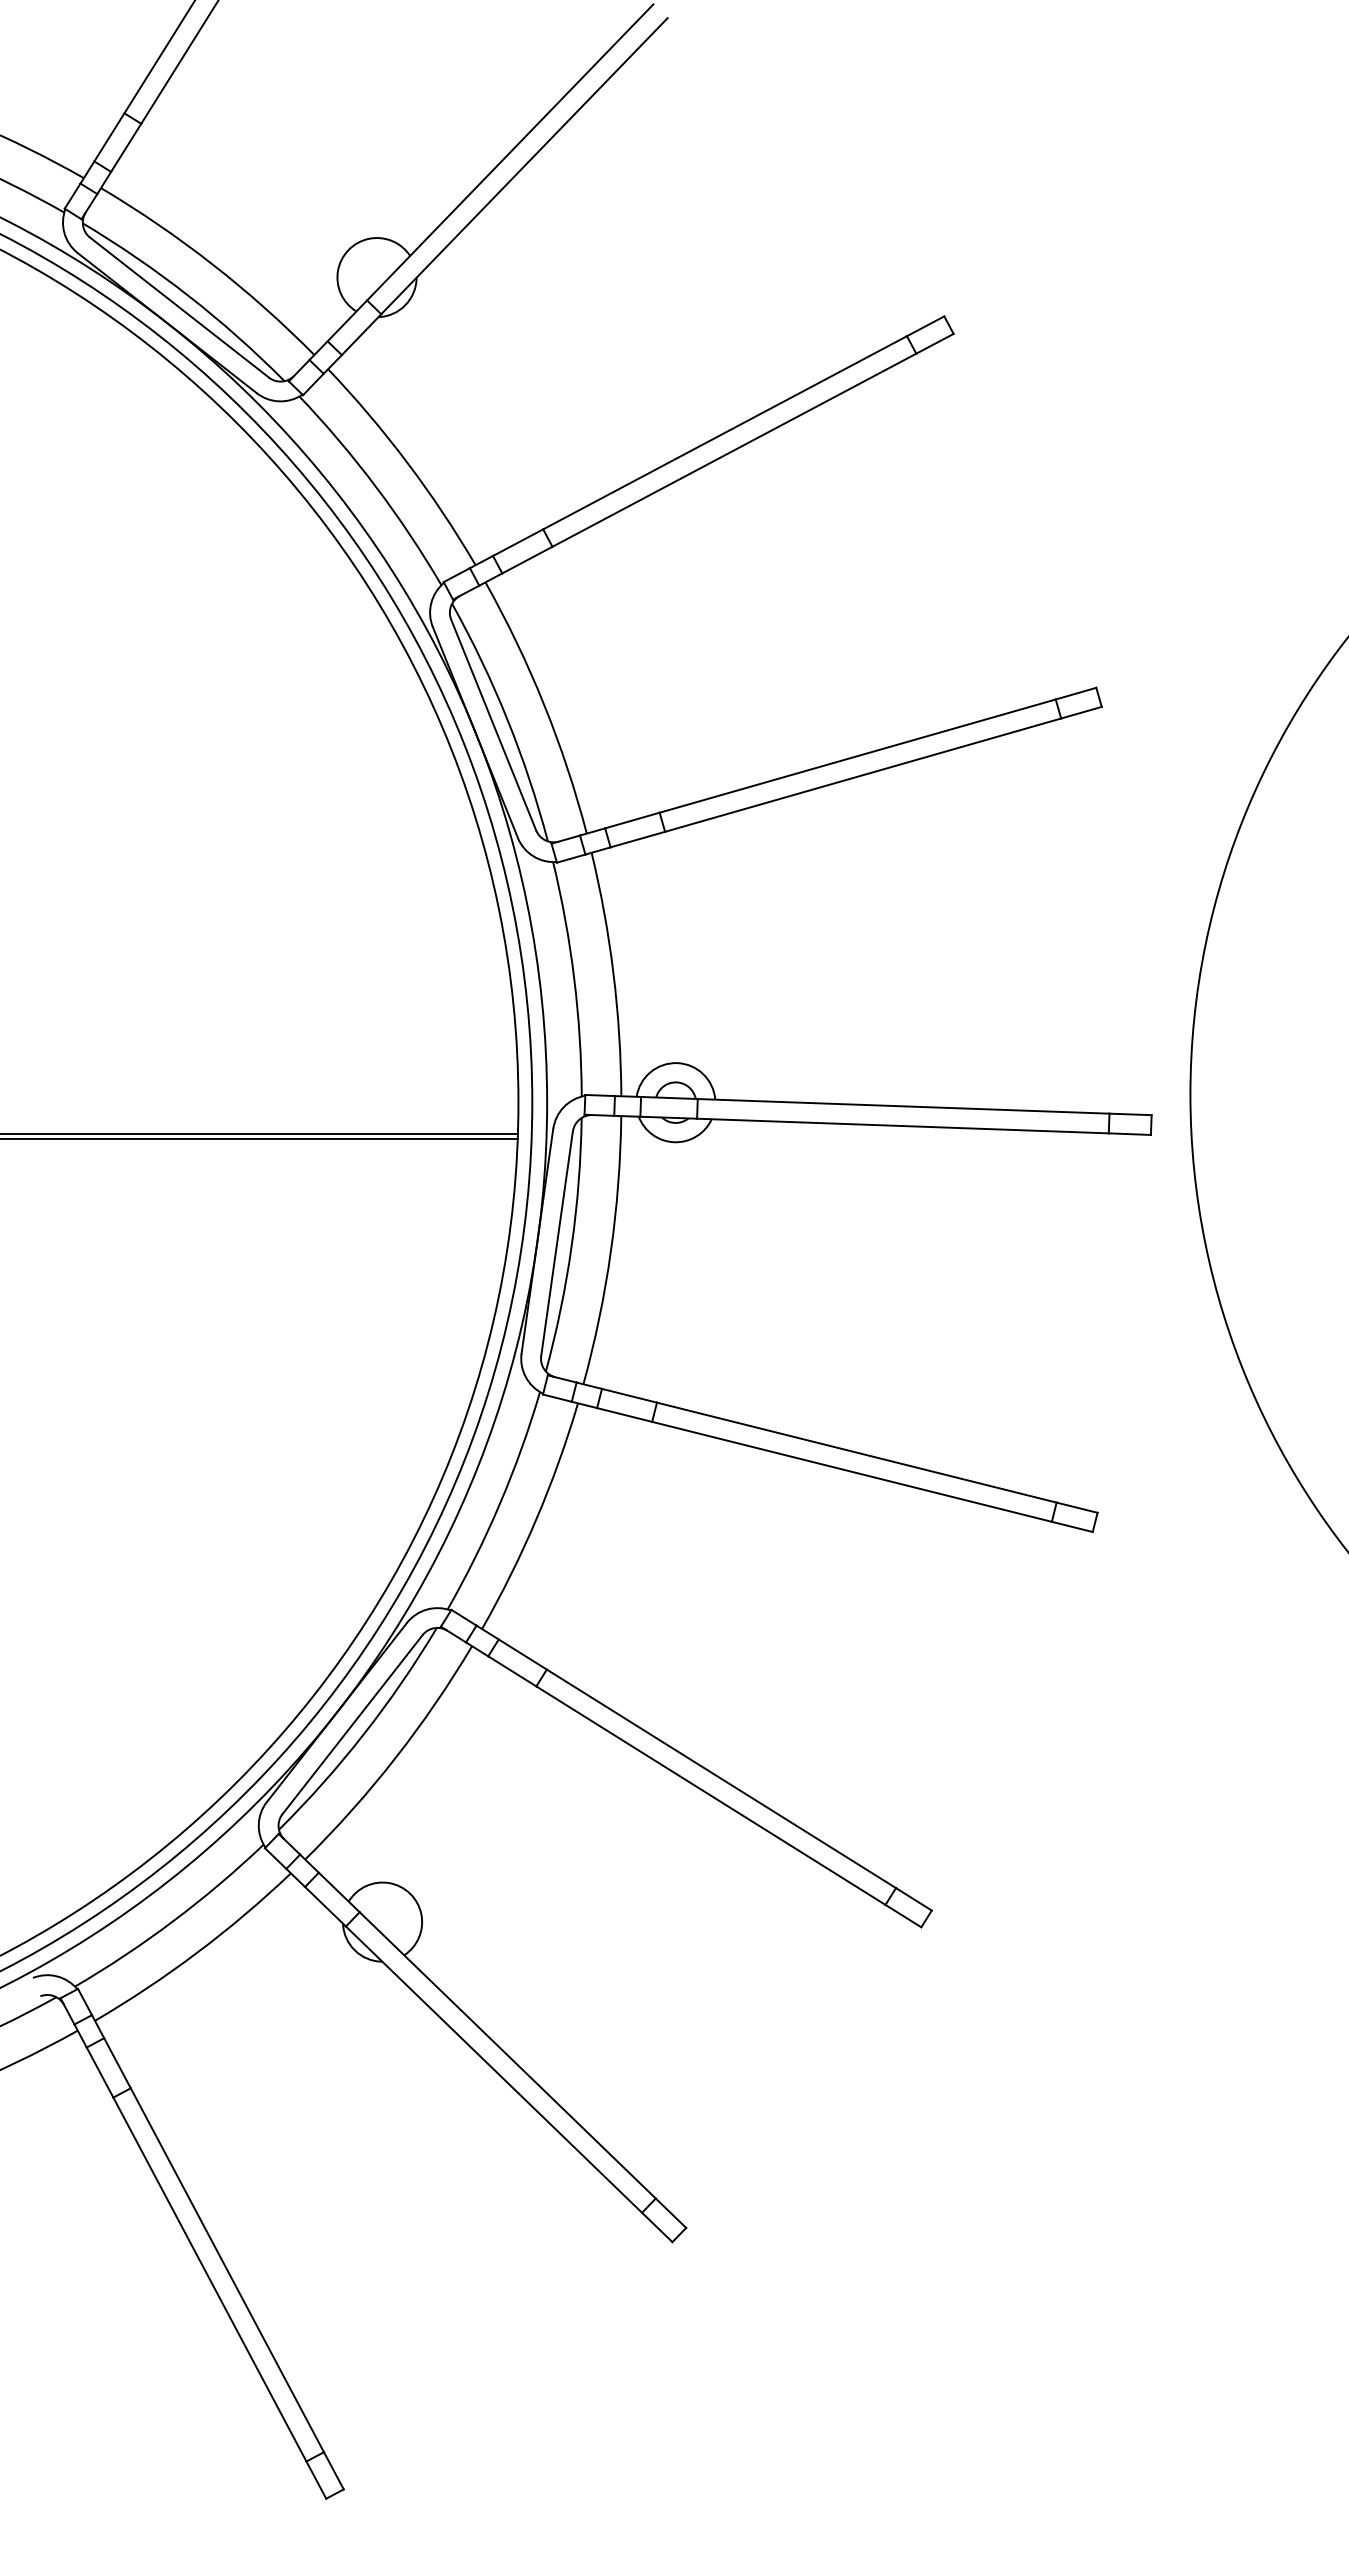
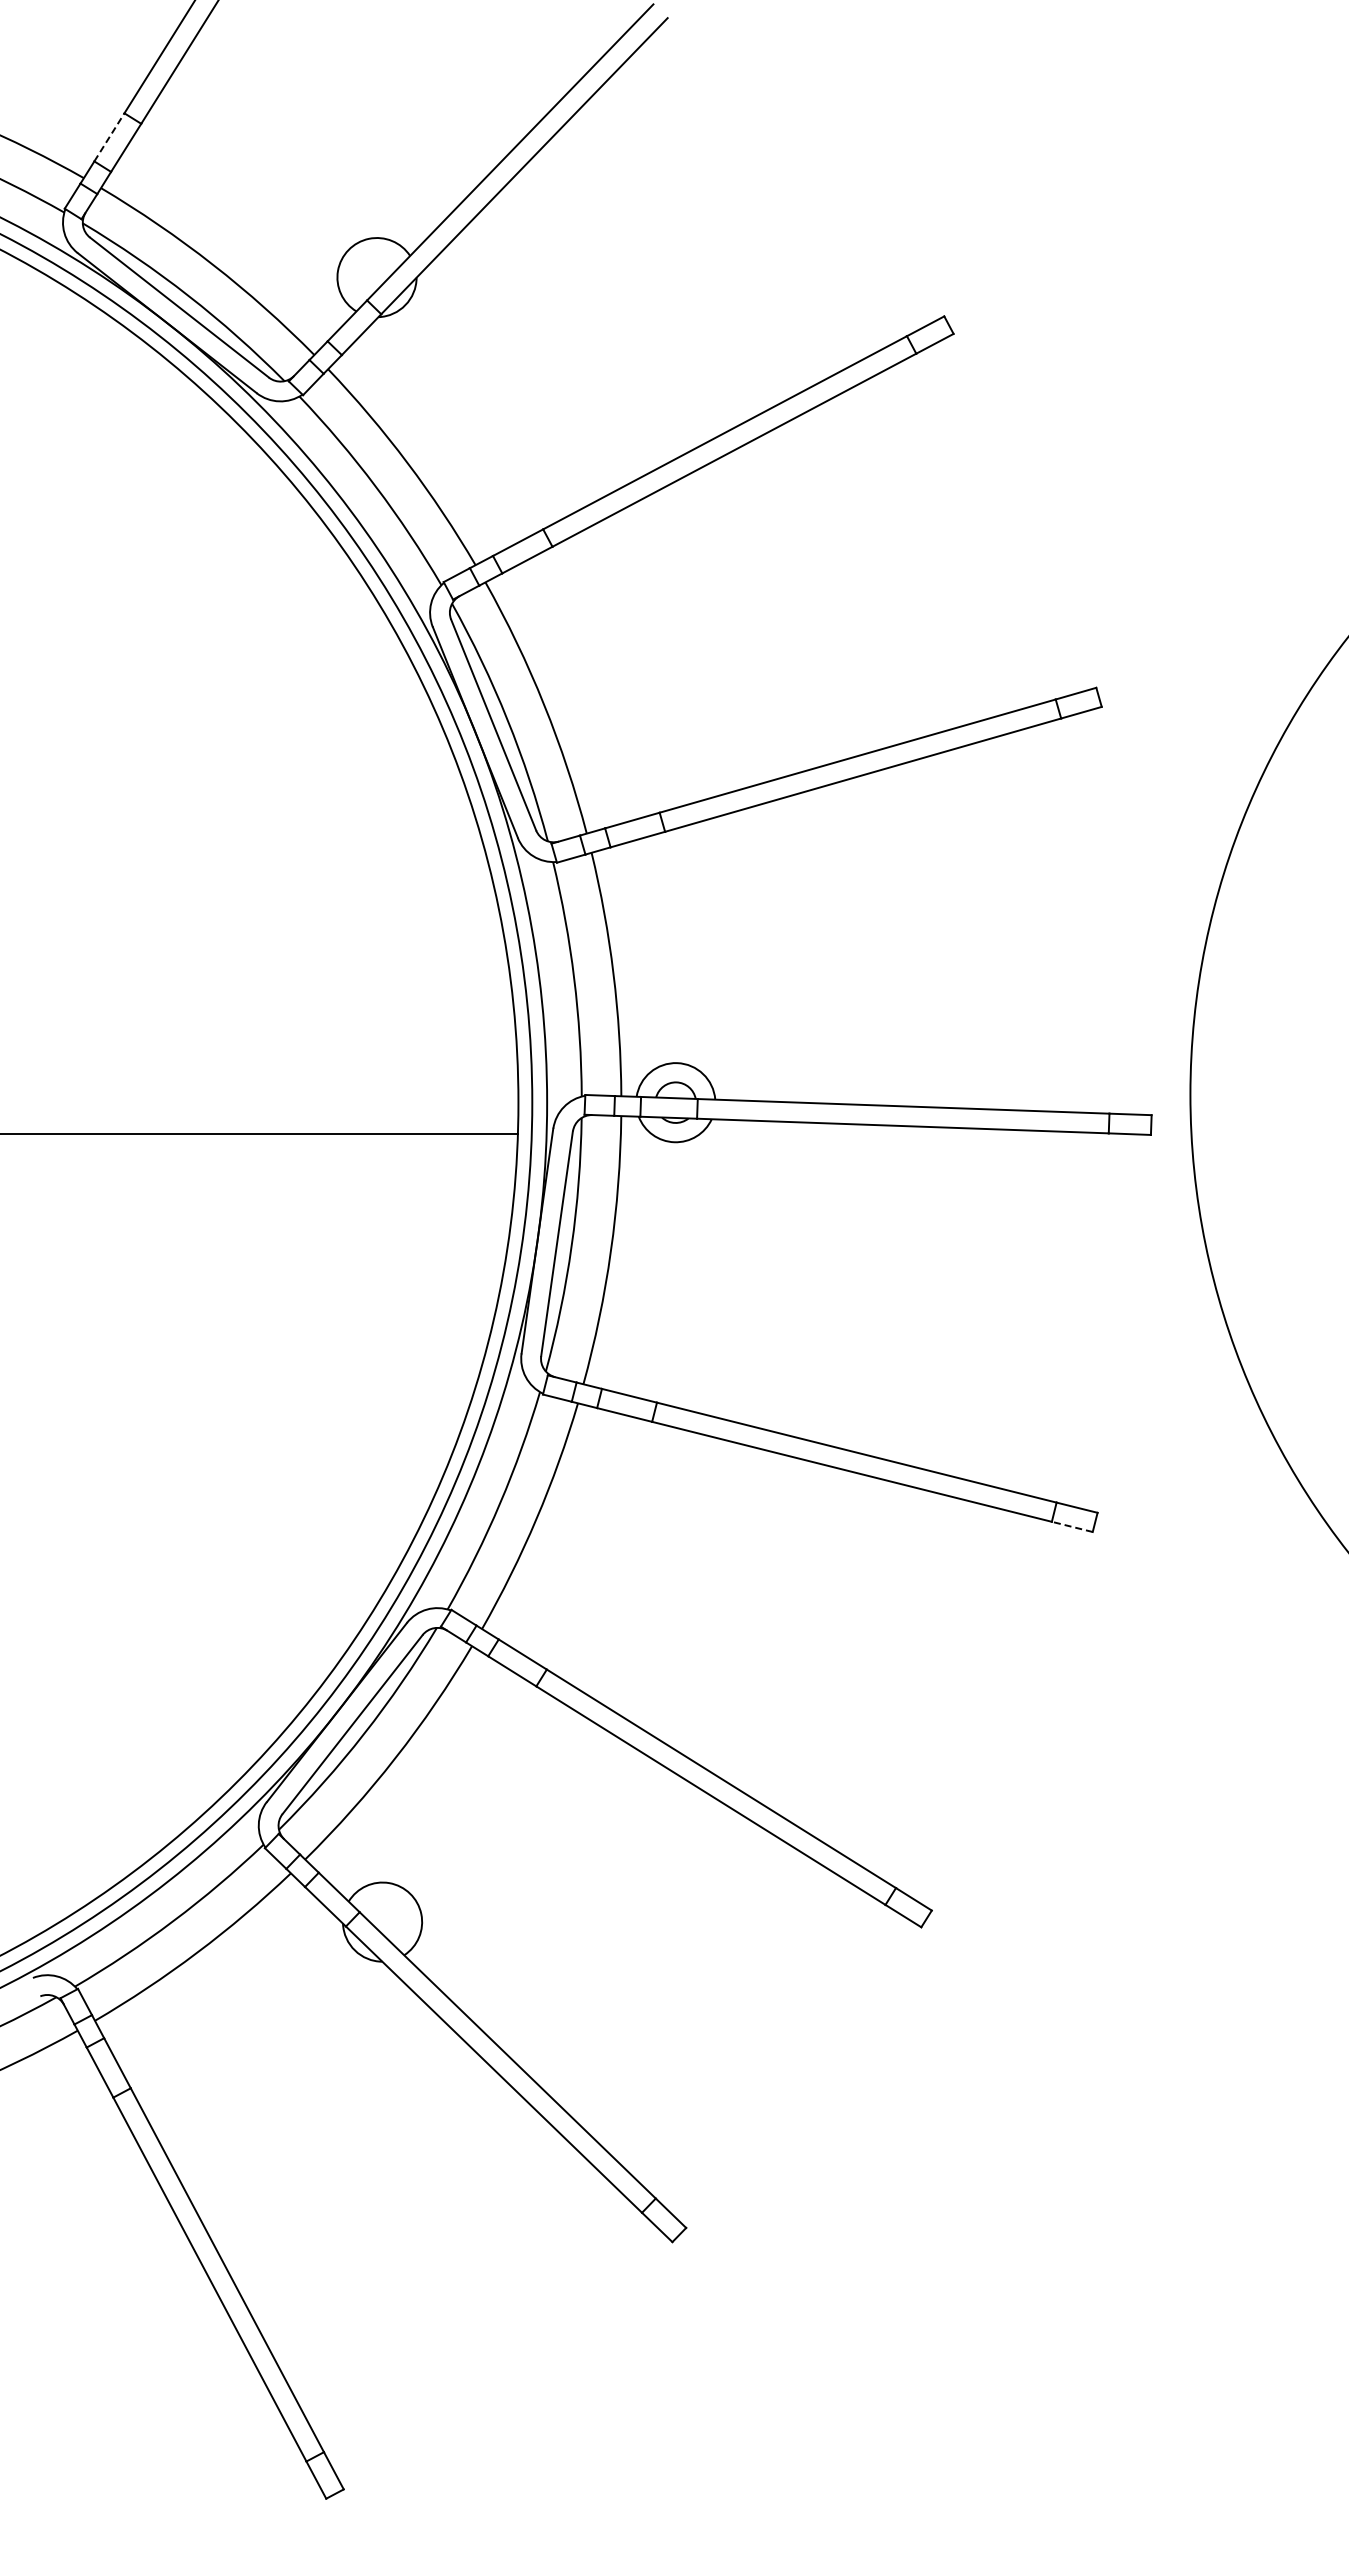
line at (109, 136): solid -> dashed
line at (259, 1139): present -> none
line at (1071, 1526): solid -> dashed
